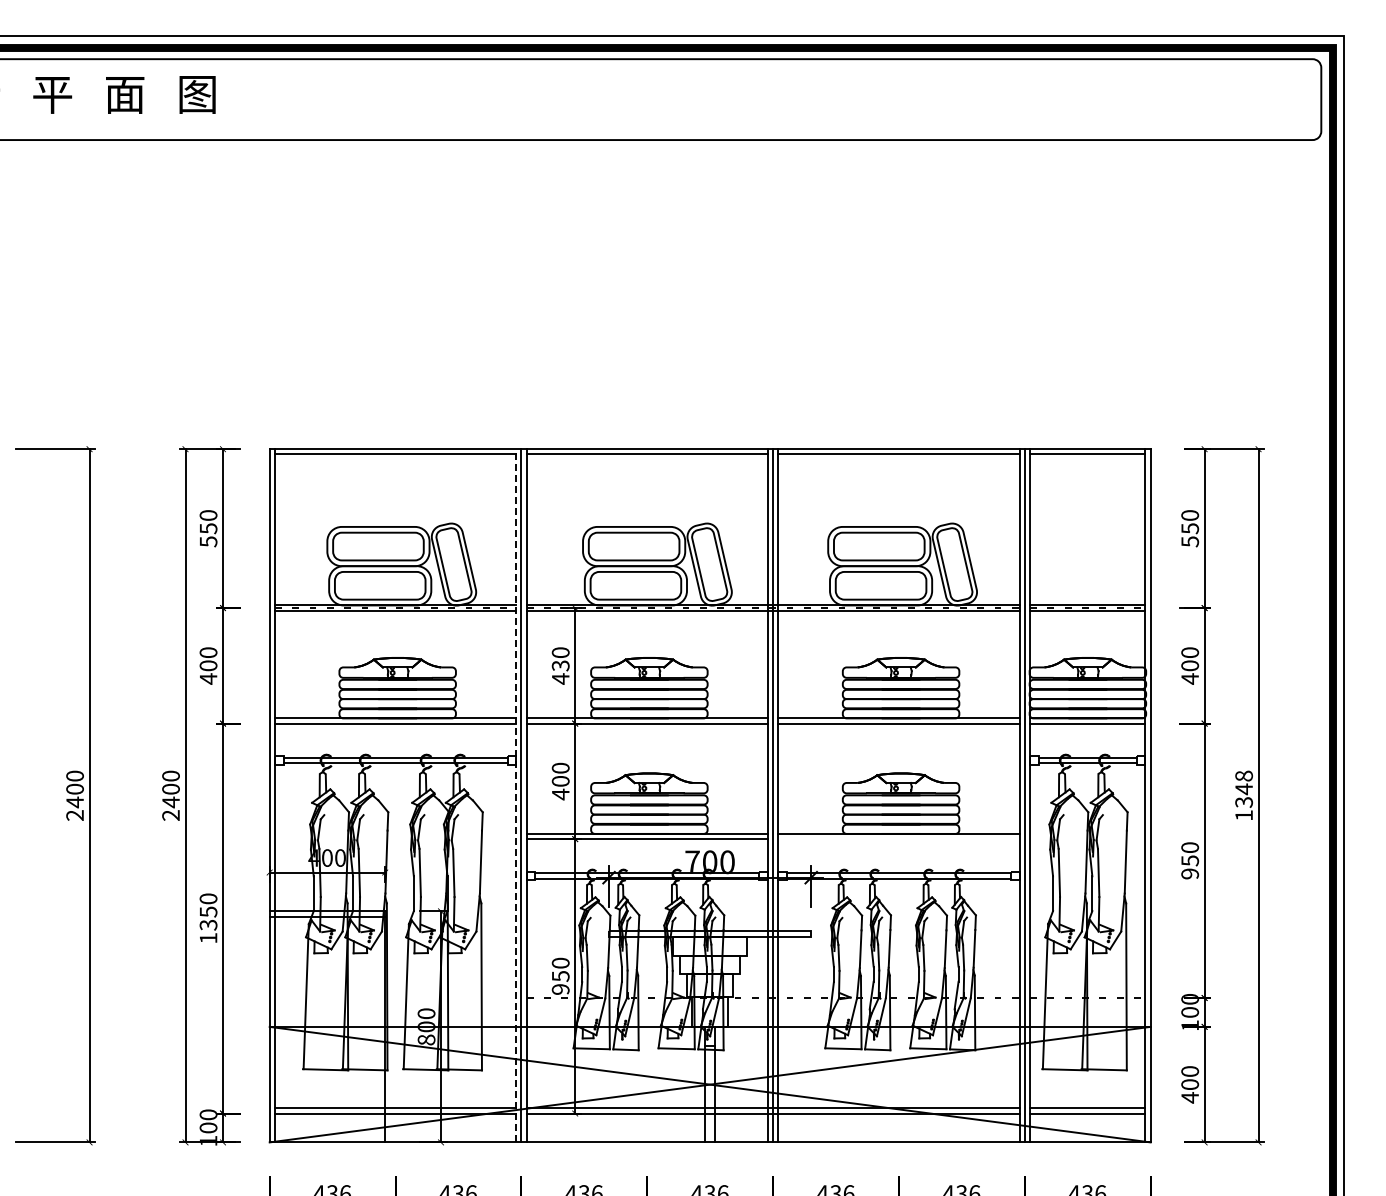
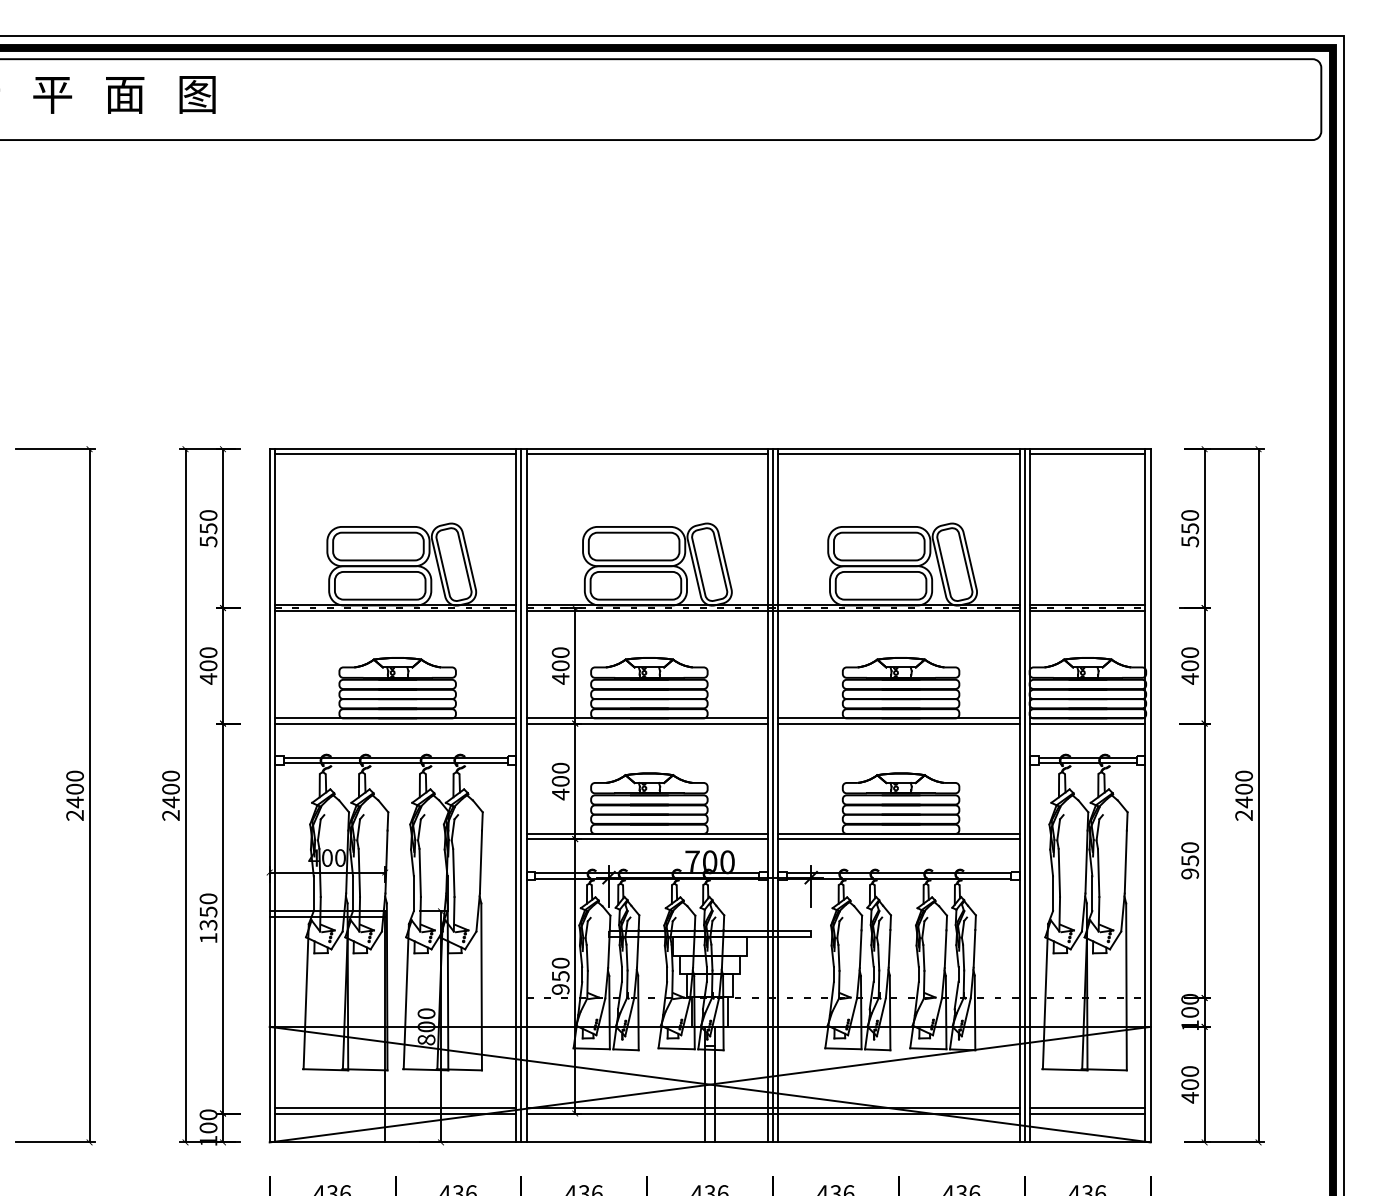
text at (560, 665): 430 -> 400
line at (516, 795): dashed -> solid
text at (1244, 795): 1348 -> 2400
line at (898, 839): none -> present
